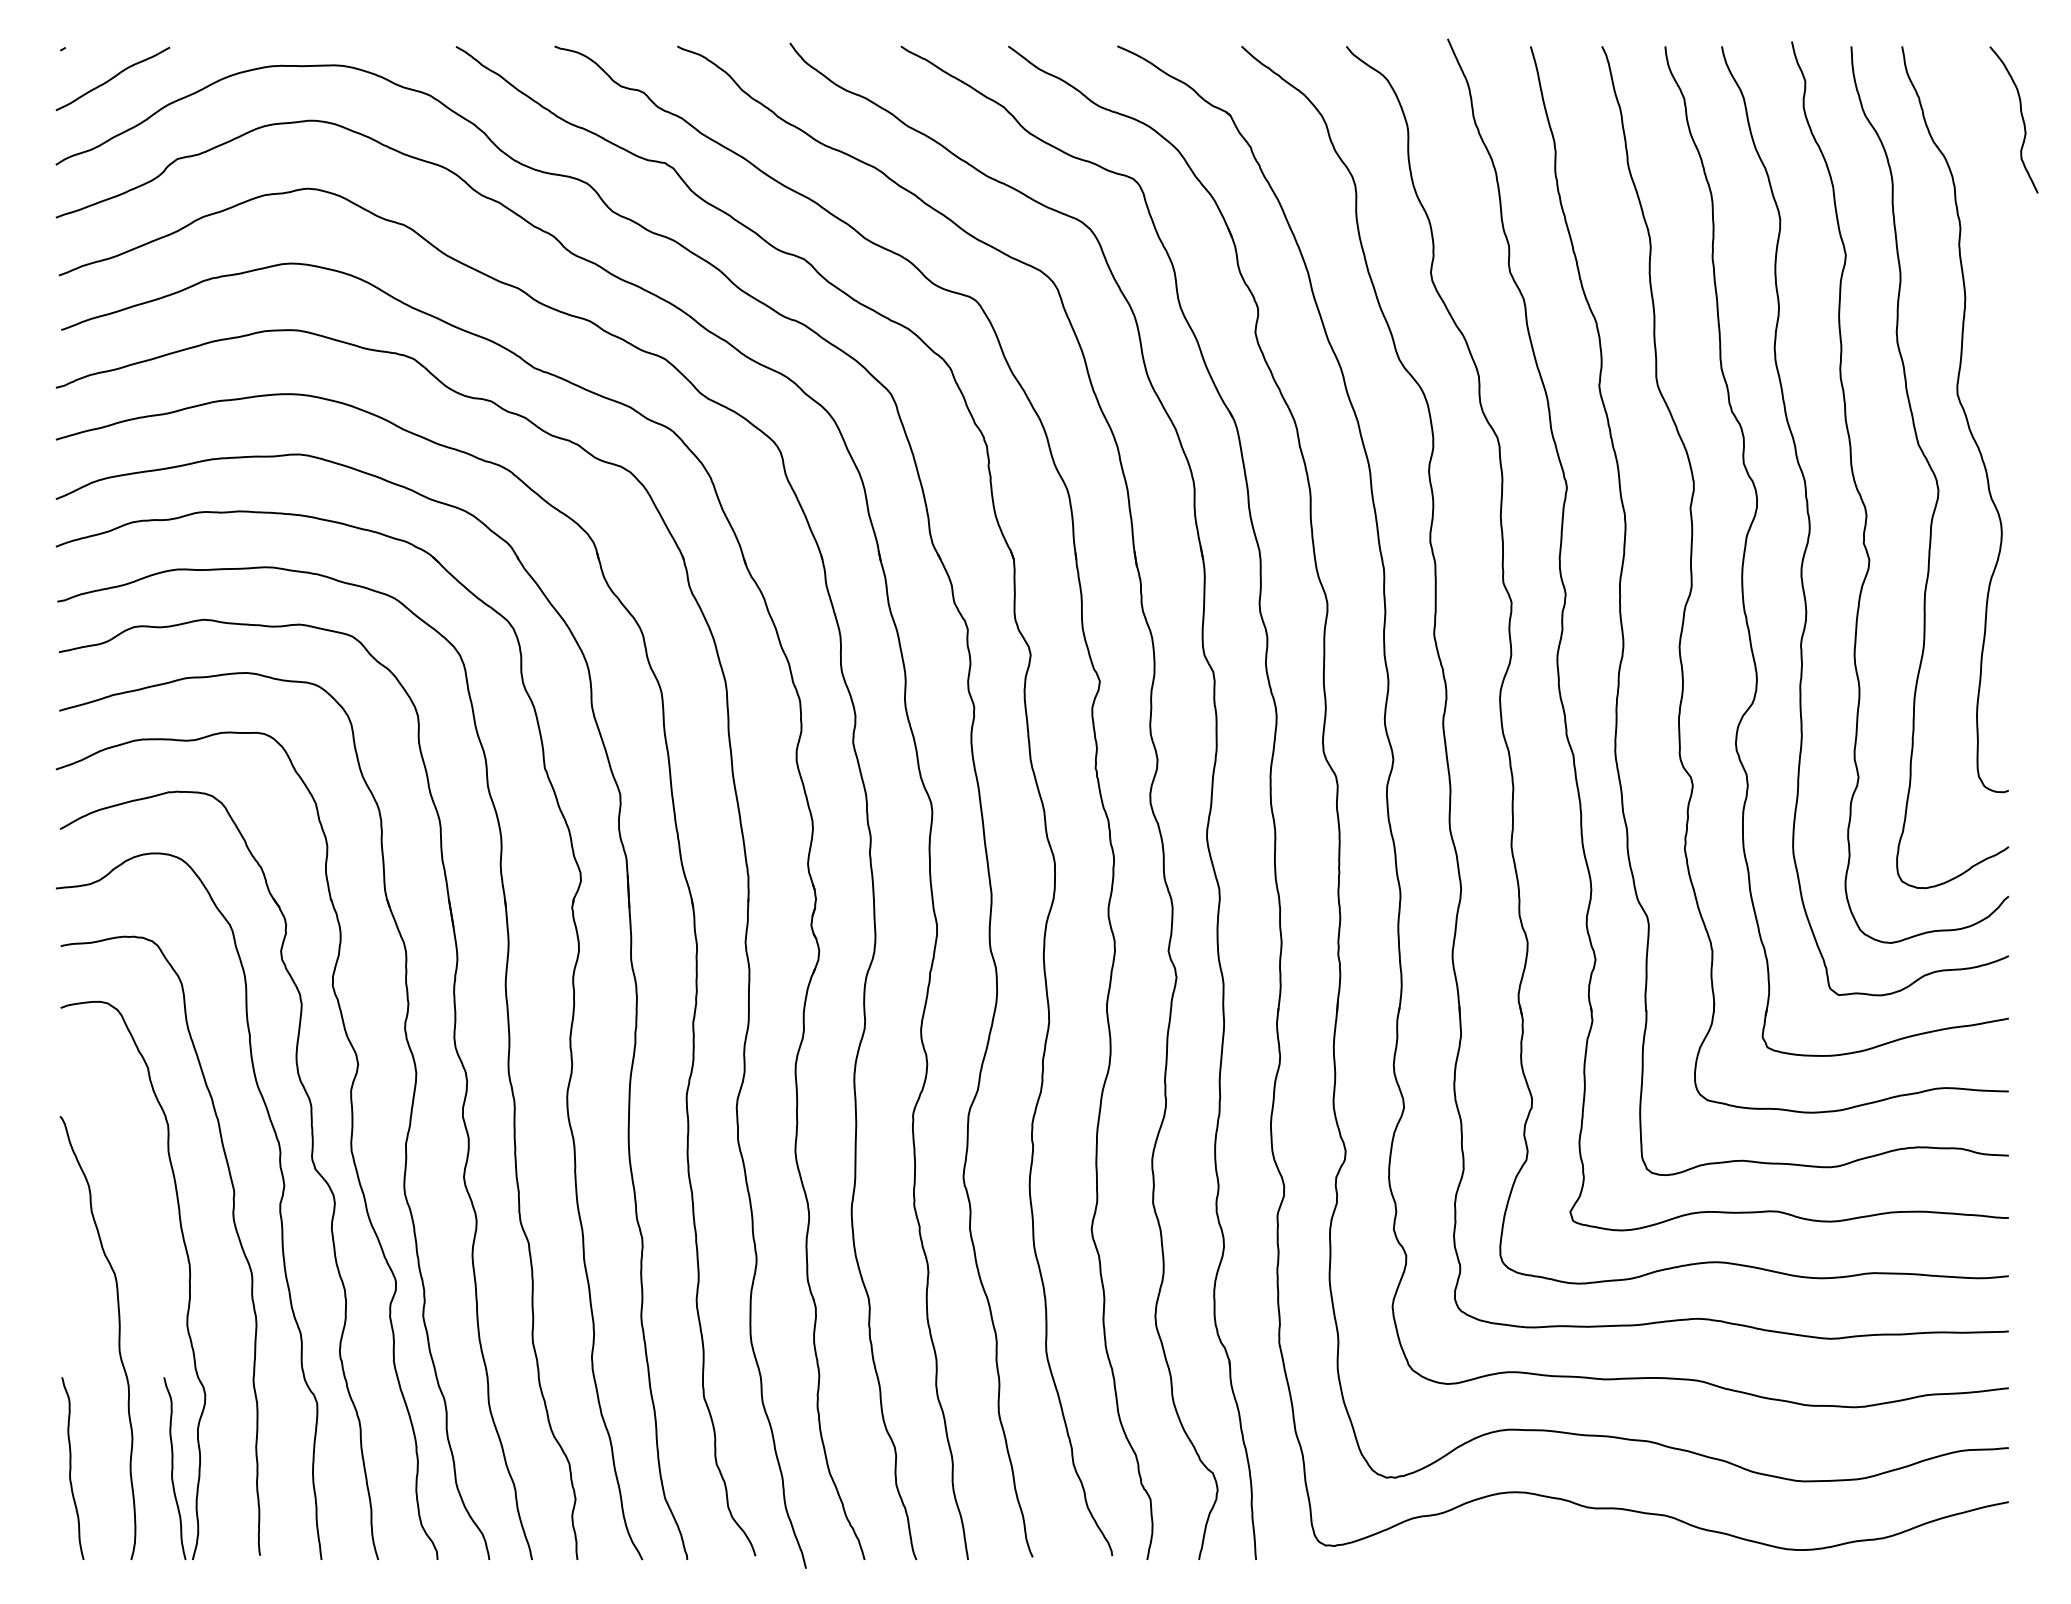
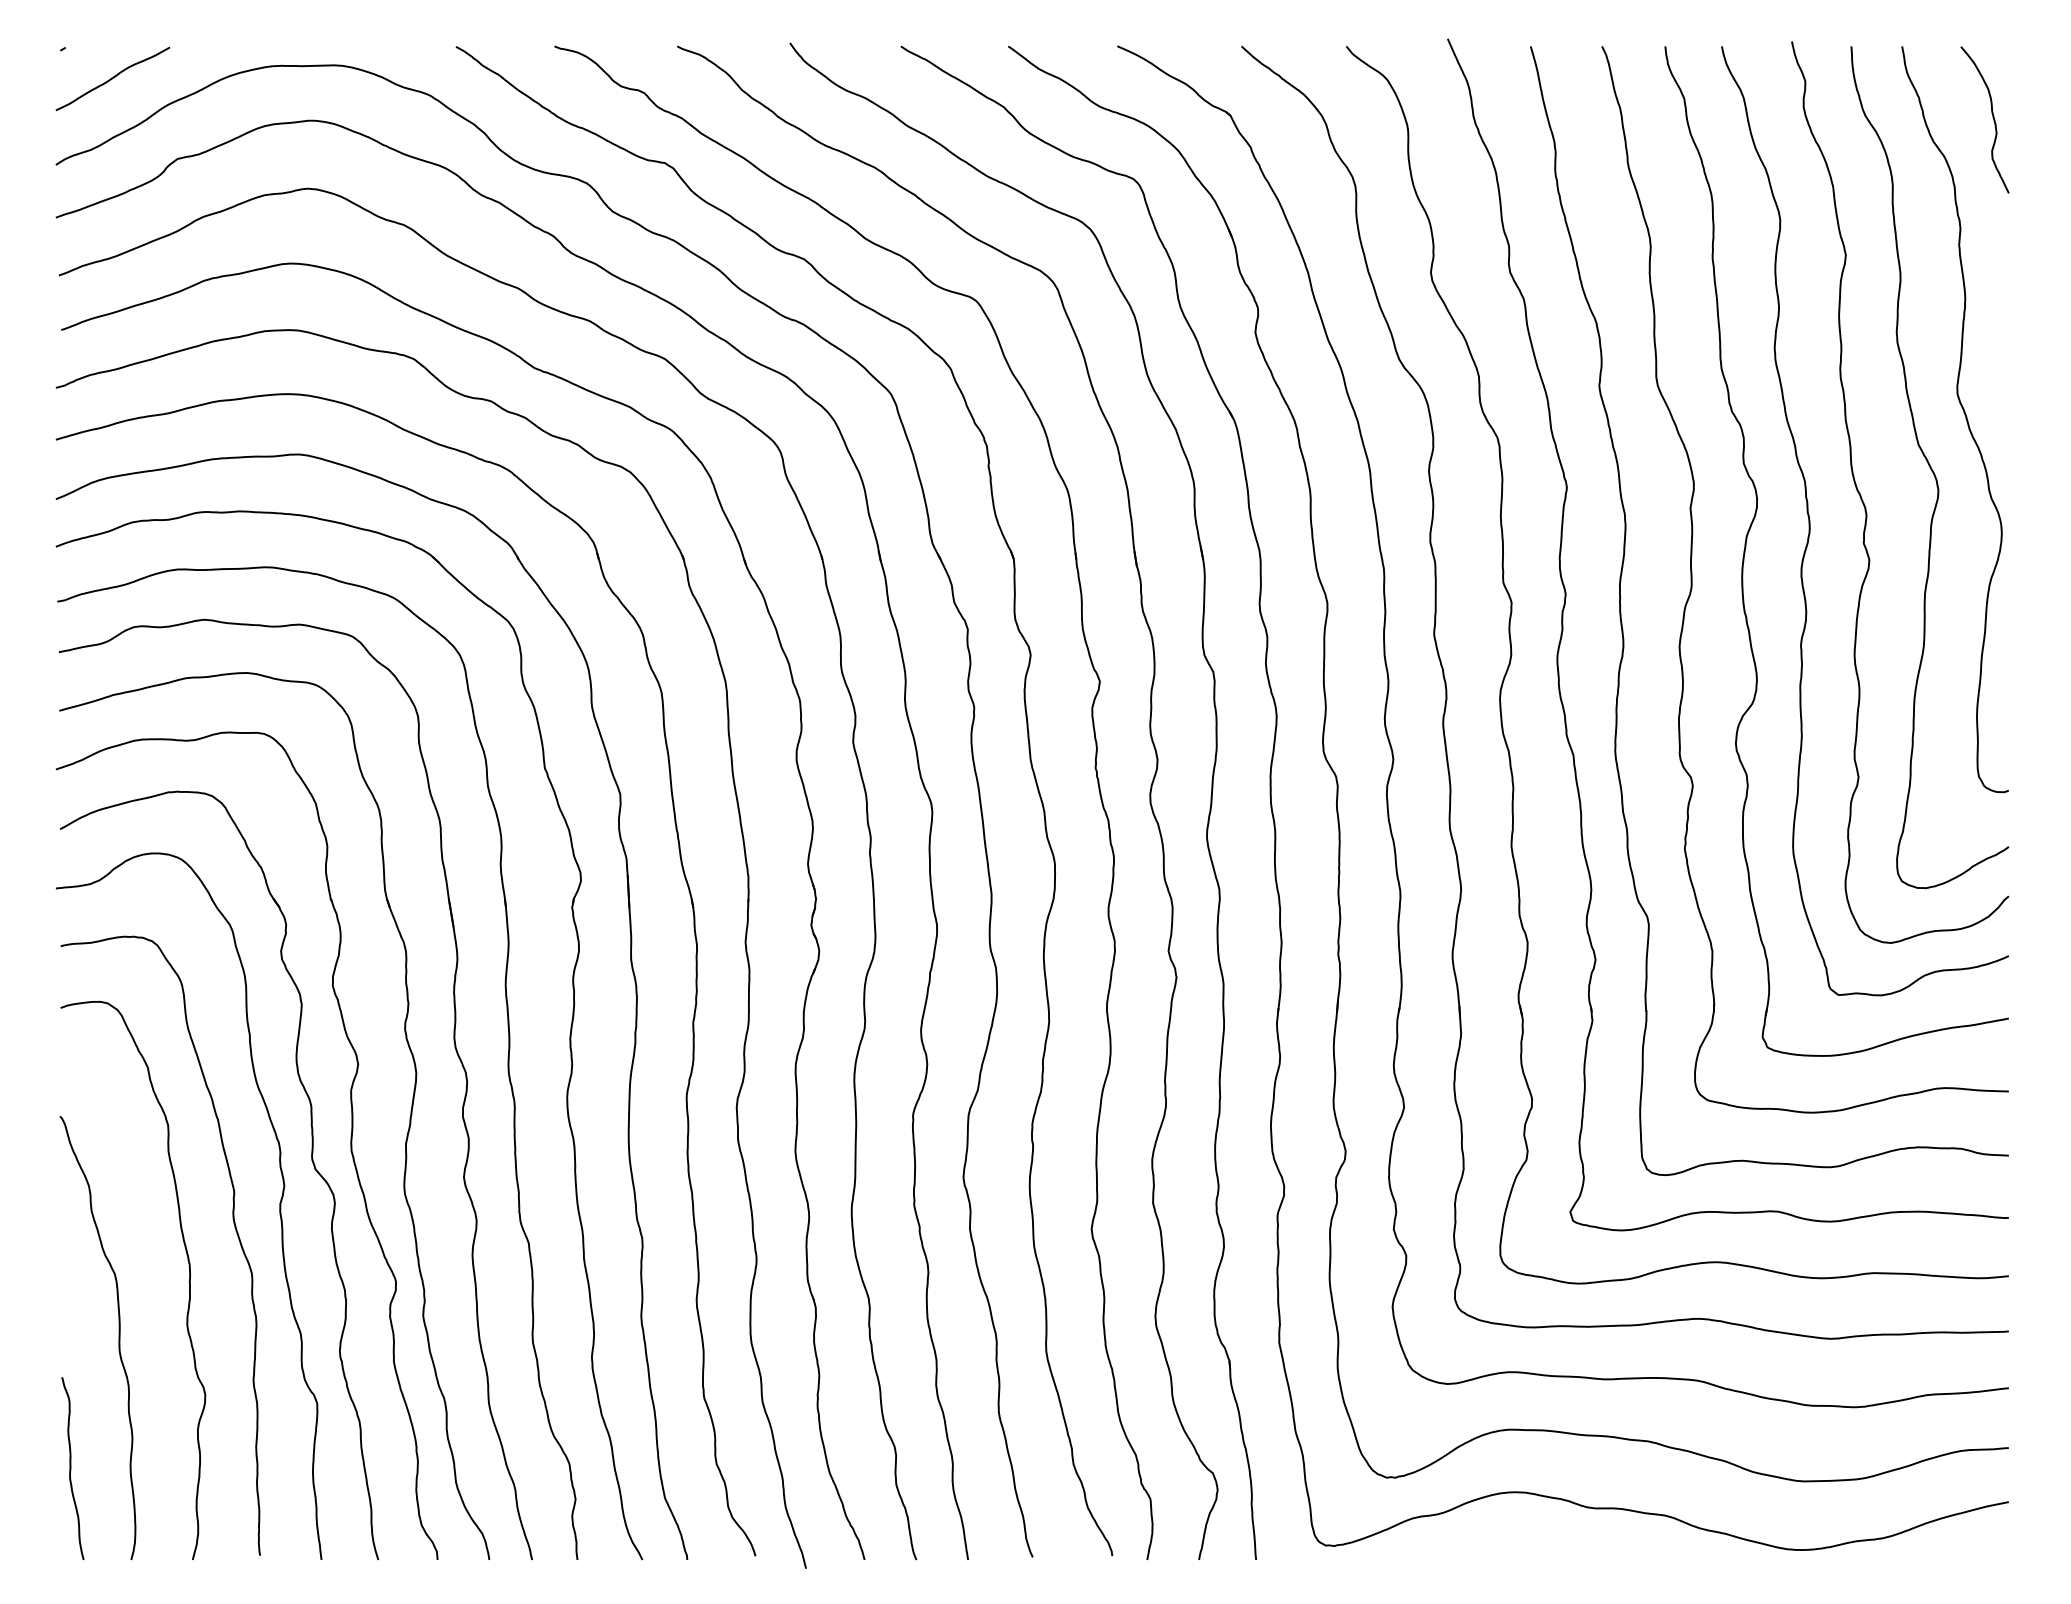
curve at (2021, 117) position: (2021, 117) -> (1992, 117)
curve at (173, 1468): present -> none
